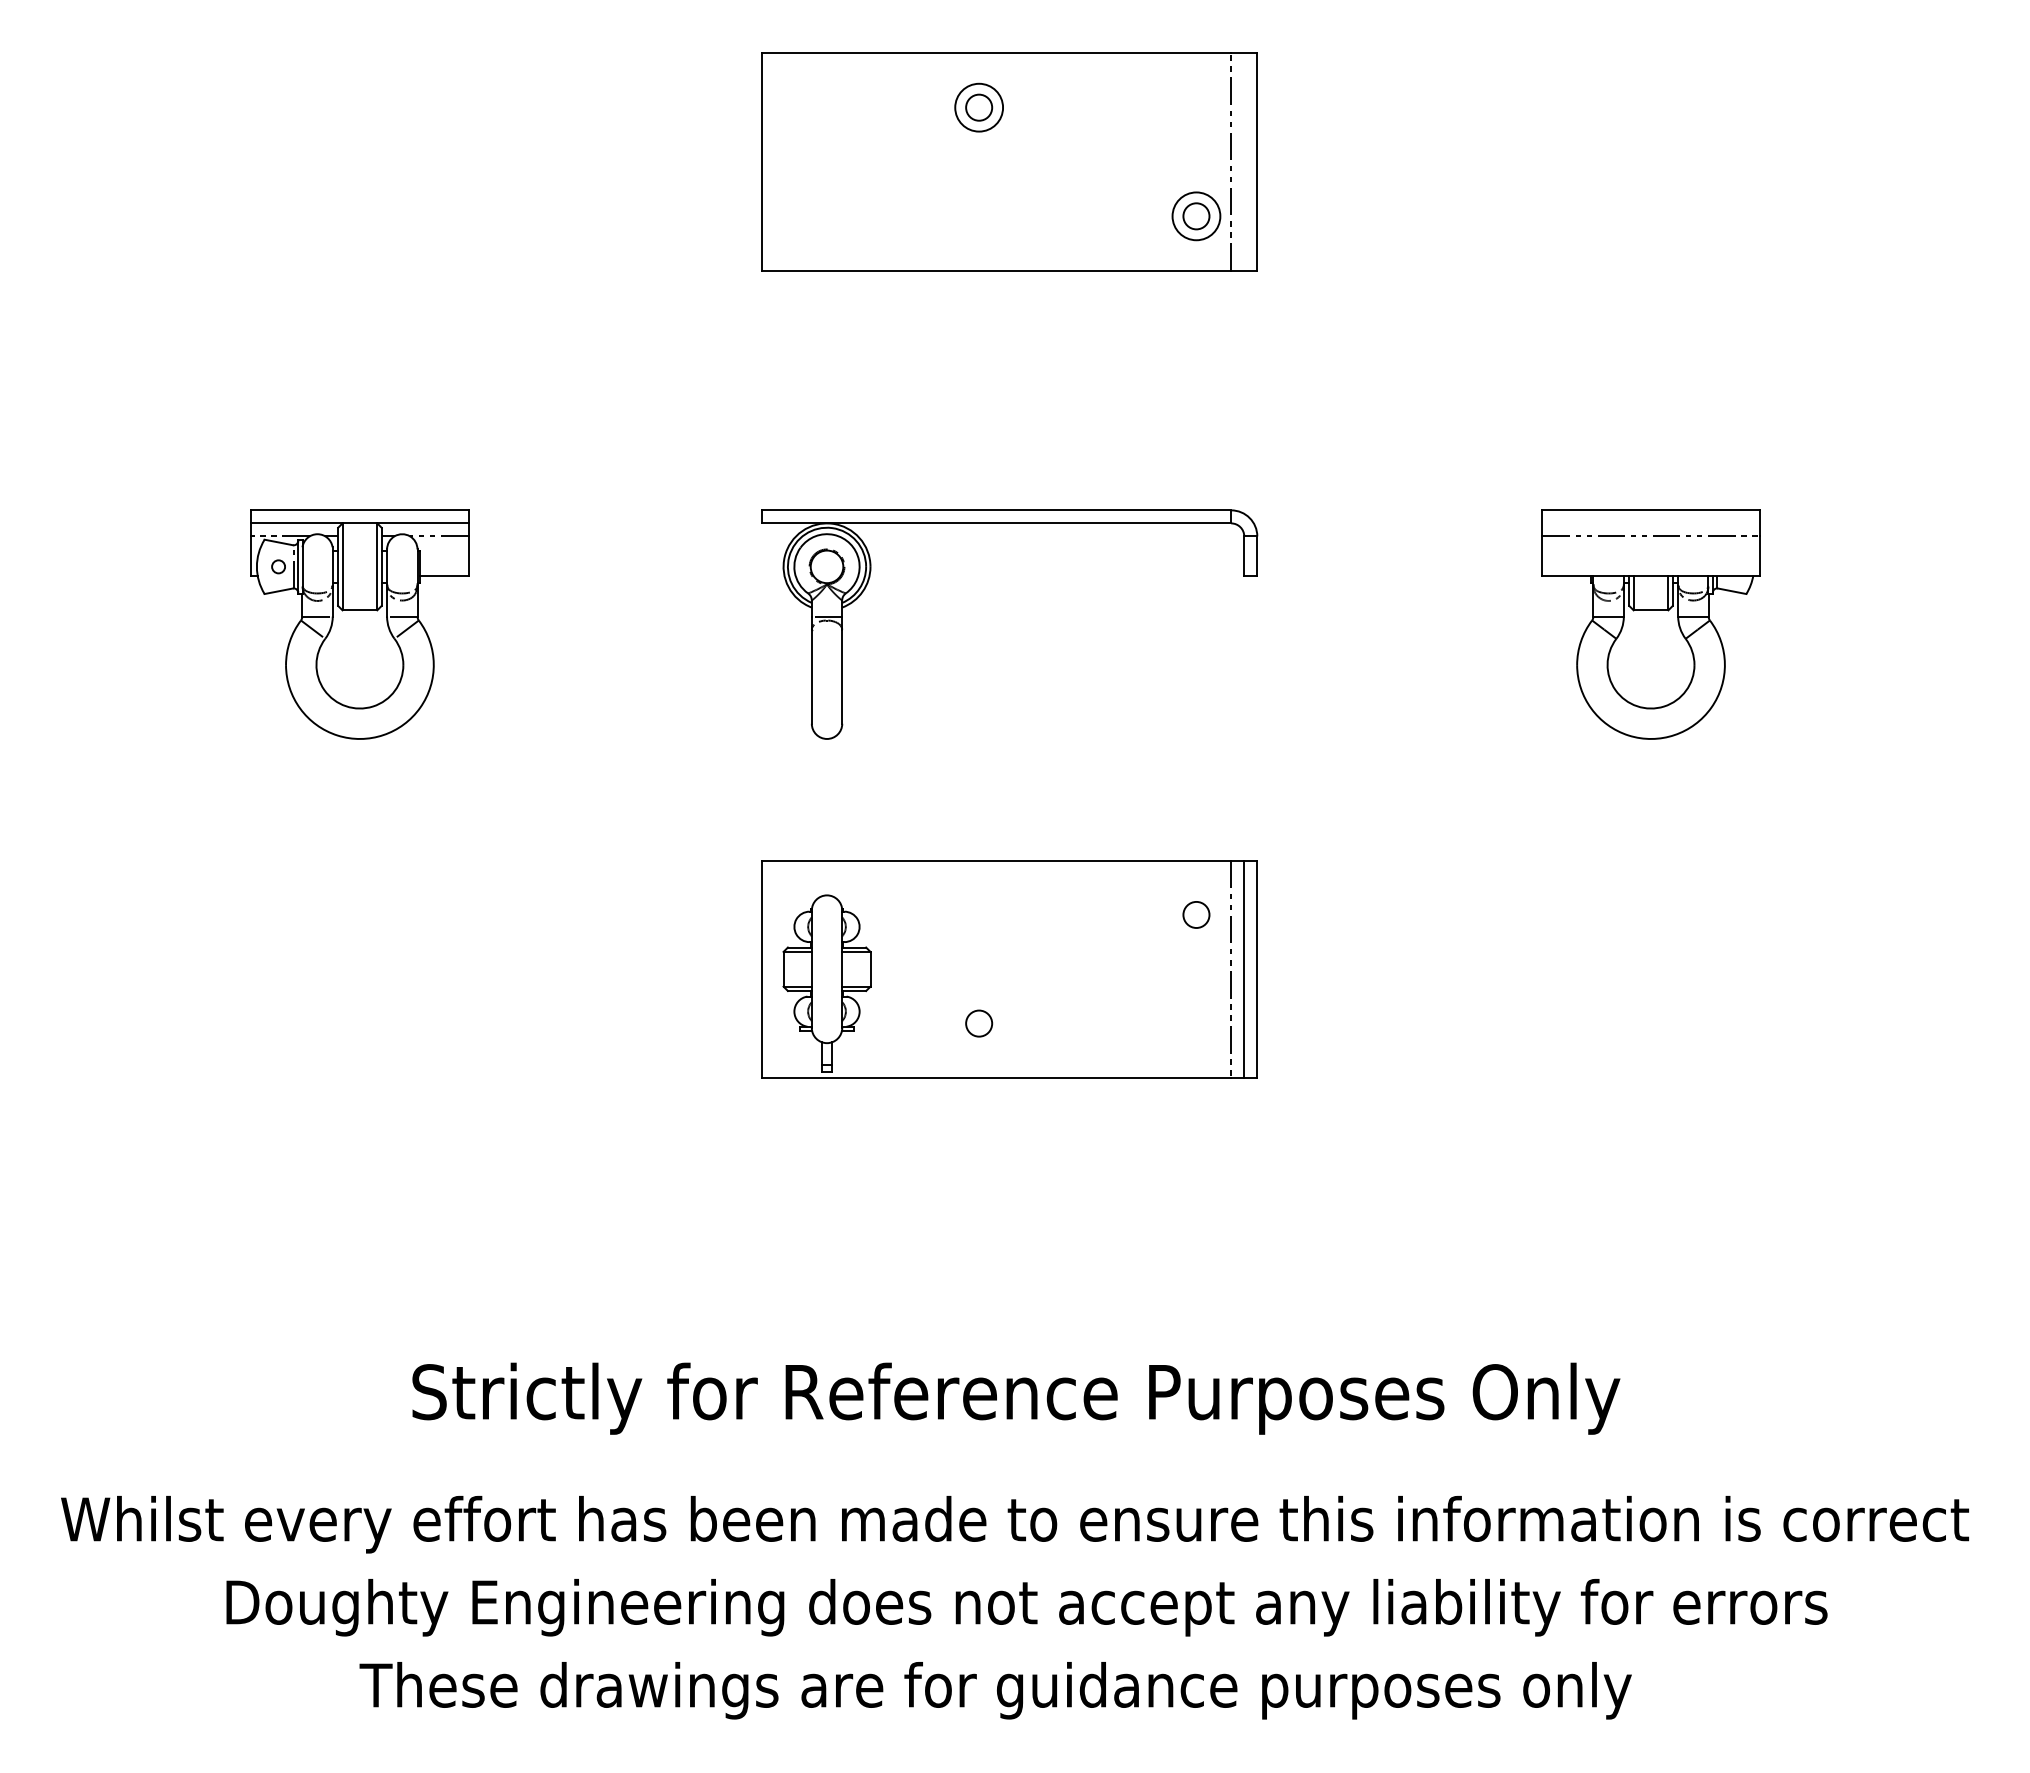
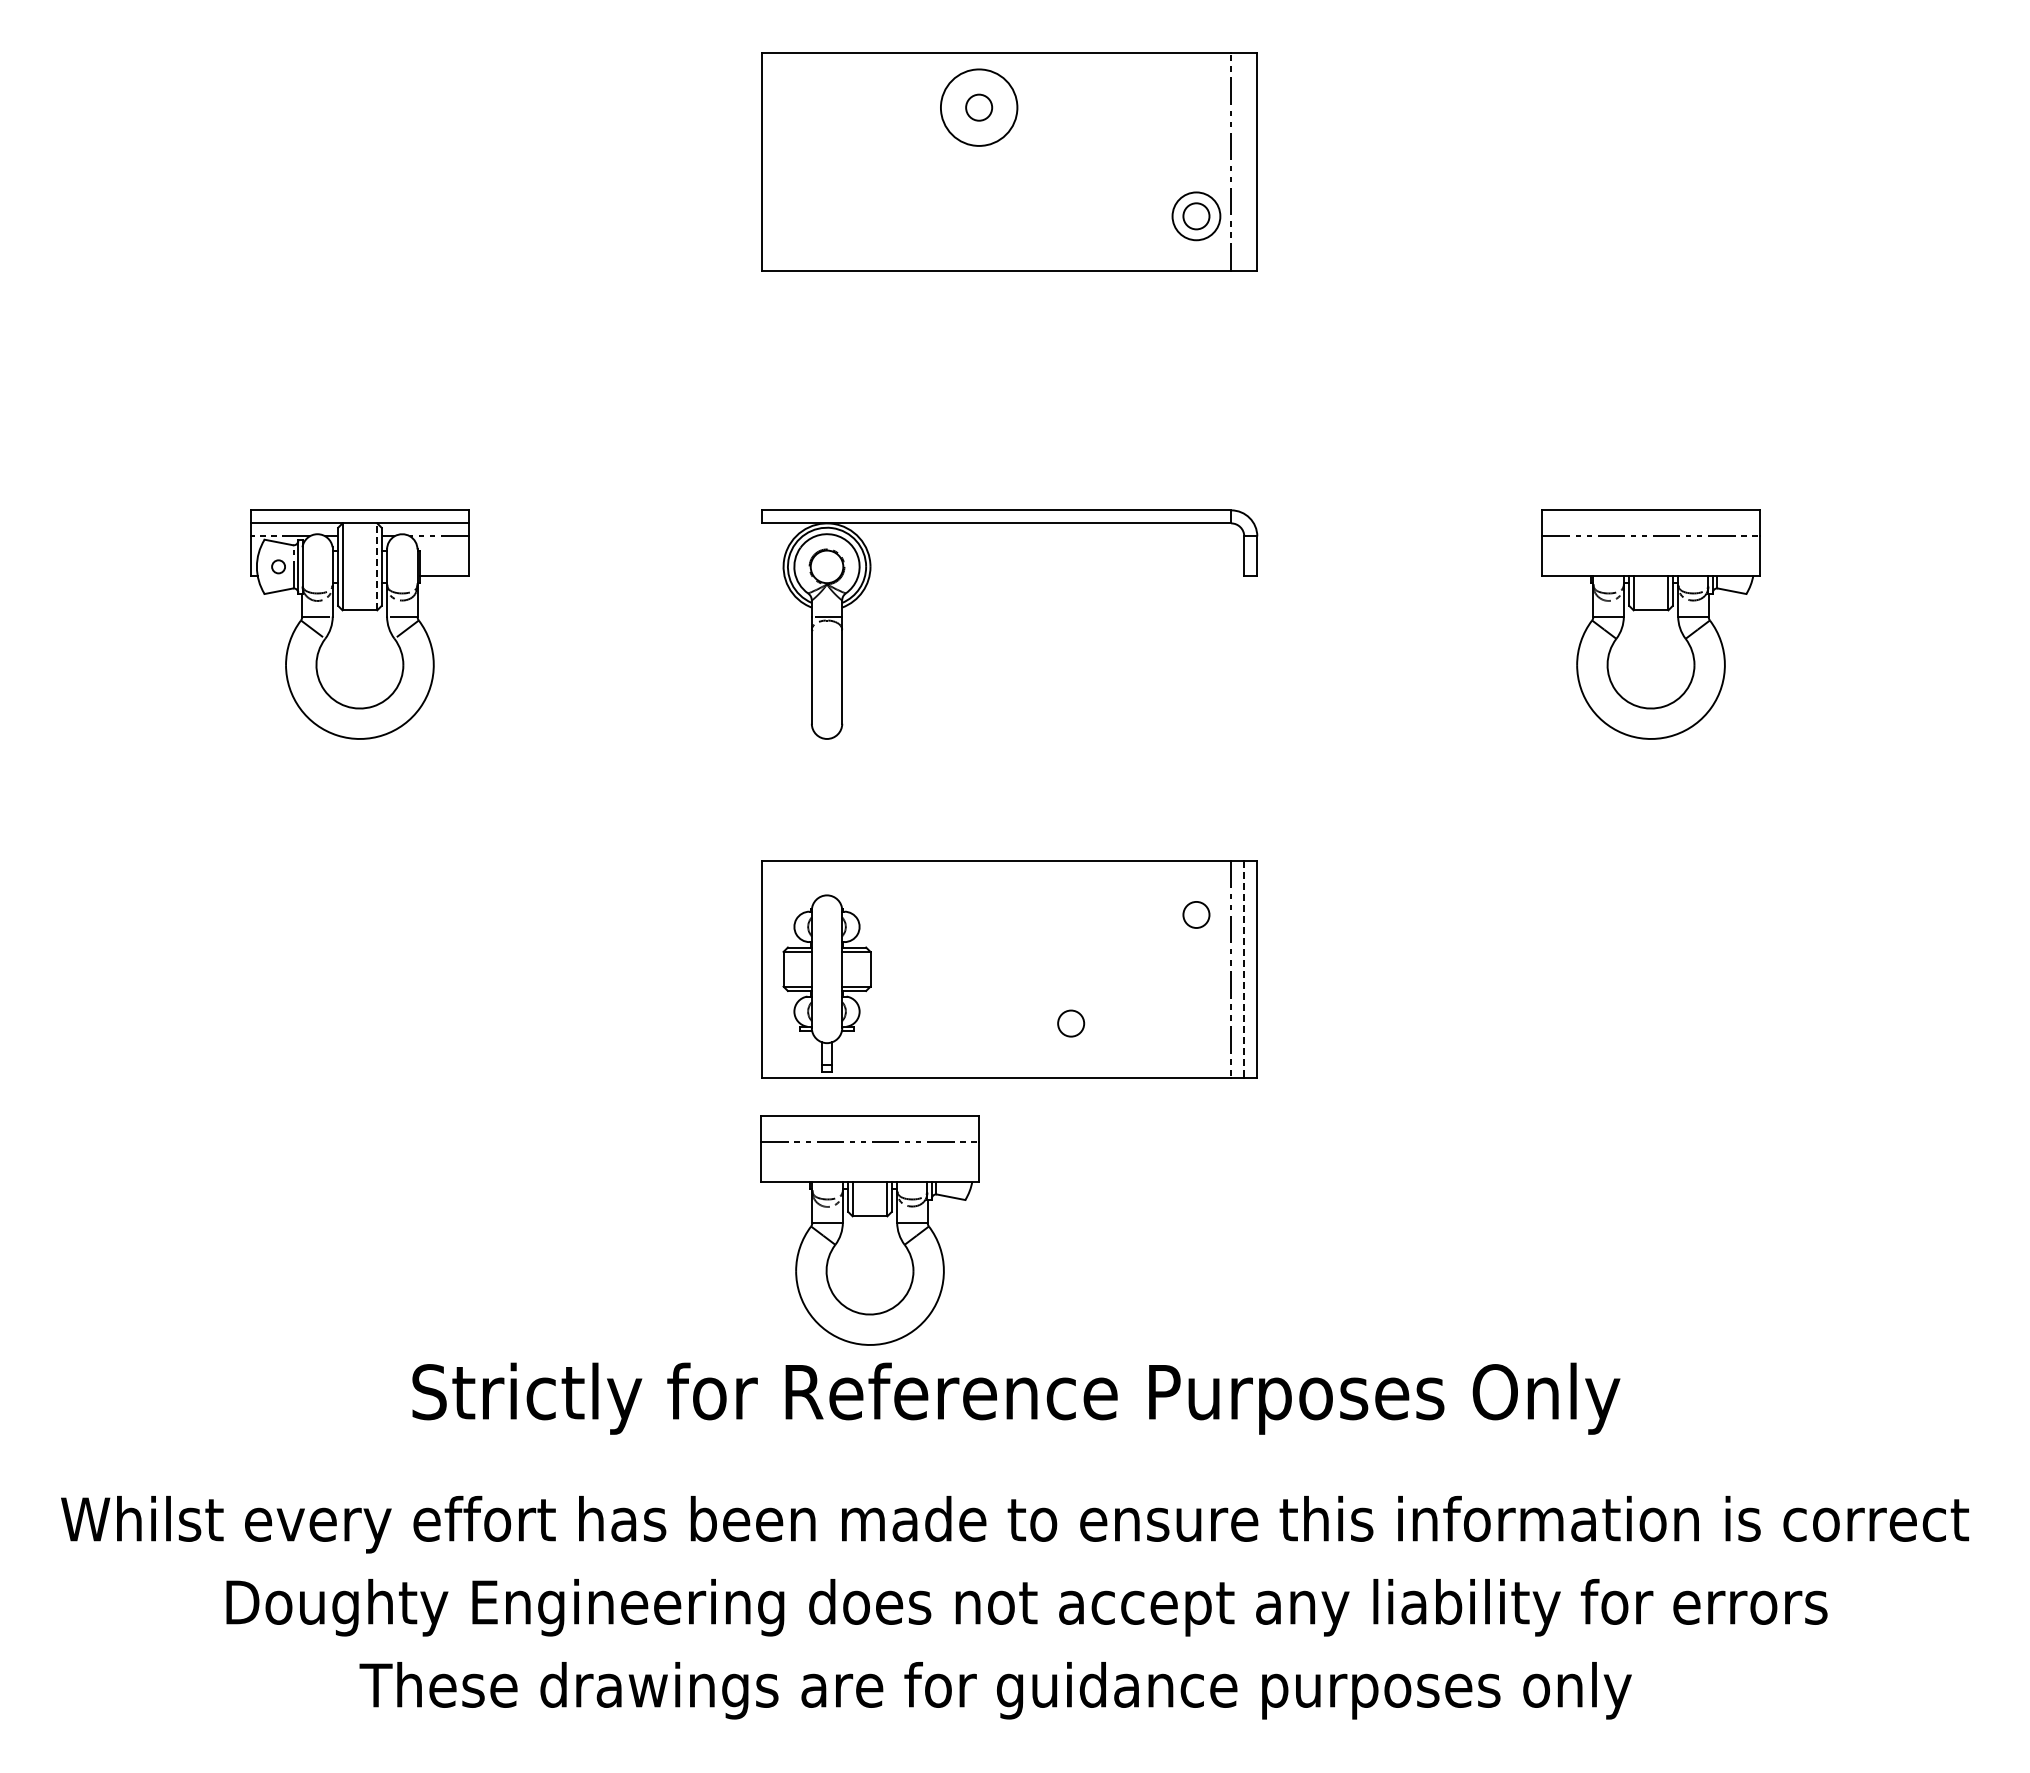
circle at (979, 107) diameter: 48 px -> 76 px
line at (377, 566): solid -> dashed
line at (1244, 969): solid -> dashed
circle at (979, 1023) position: (979, 1023) -> (1071, 1023)
part at (869, 1230): none -> present
